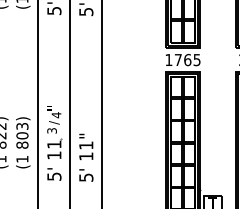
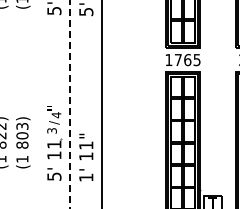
line at (38, 103): present -> none
line at (70, 104): solid -> dashed
text at (86, 177): 5' -> 1'
